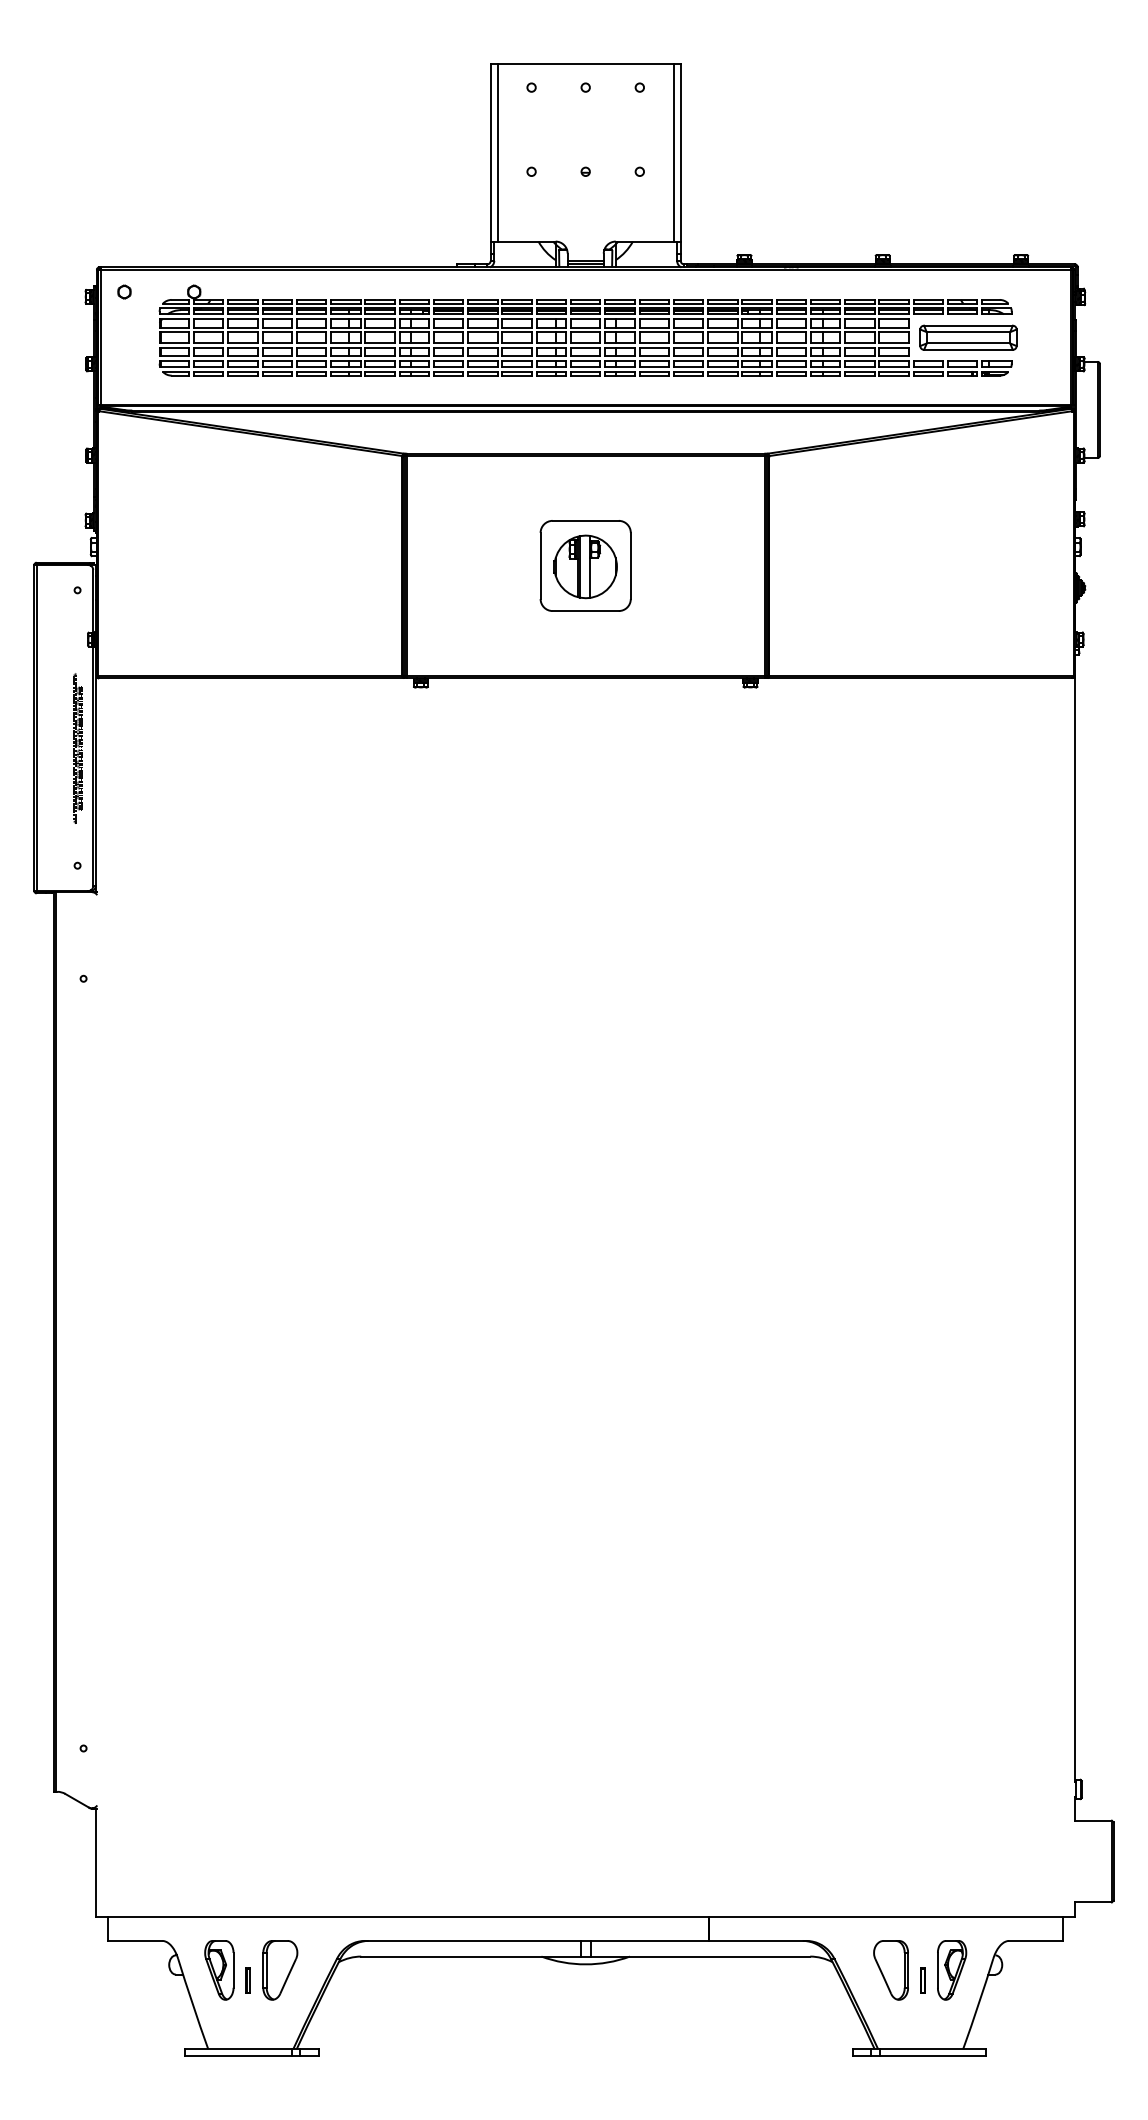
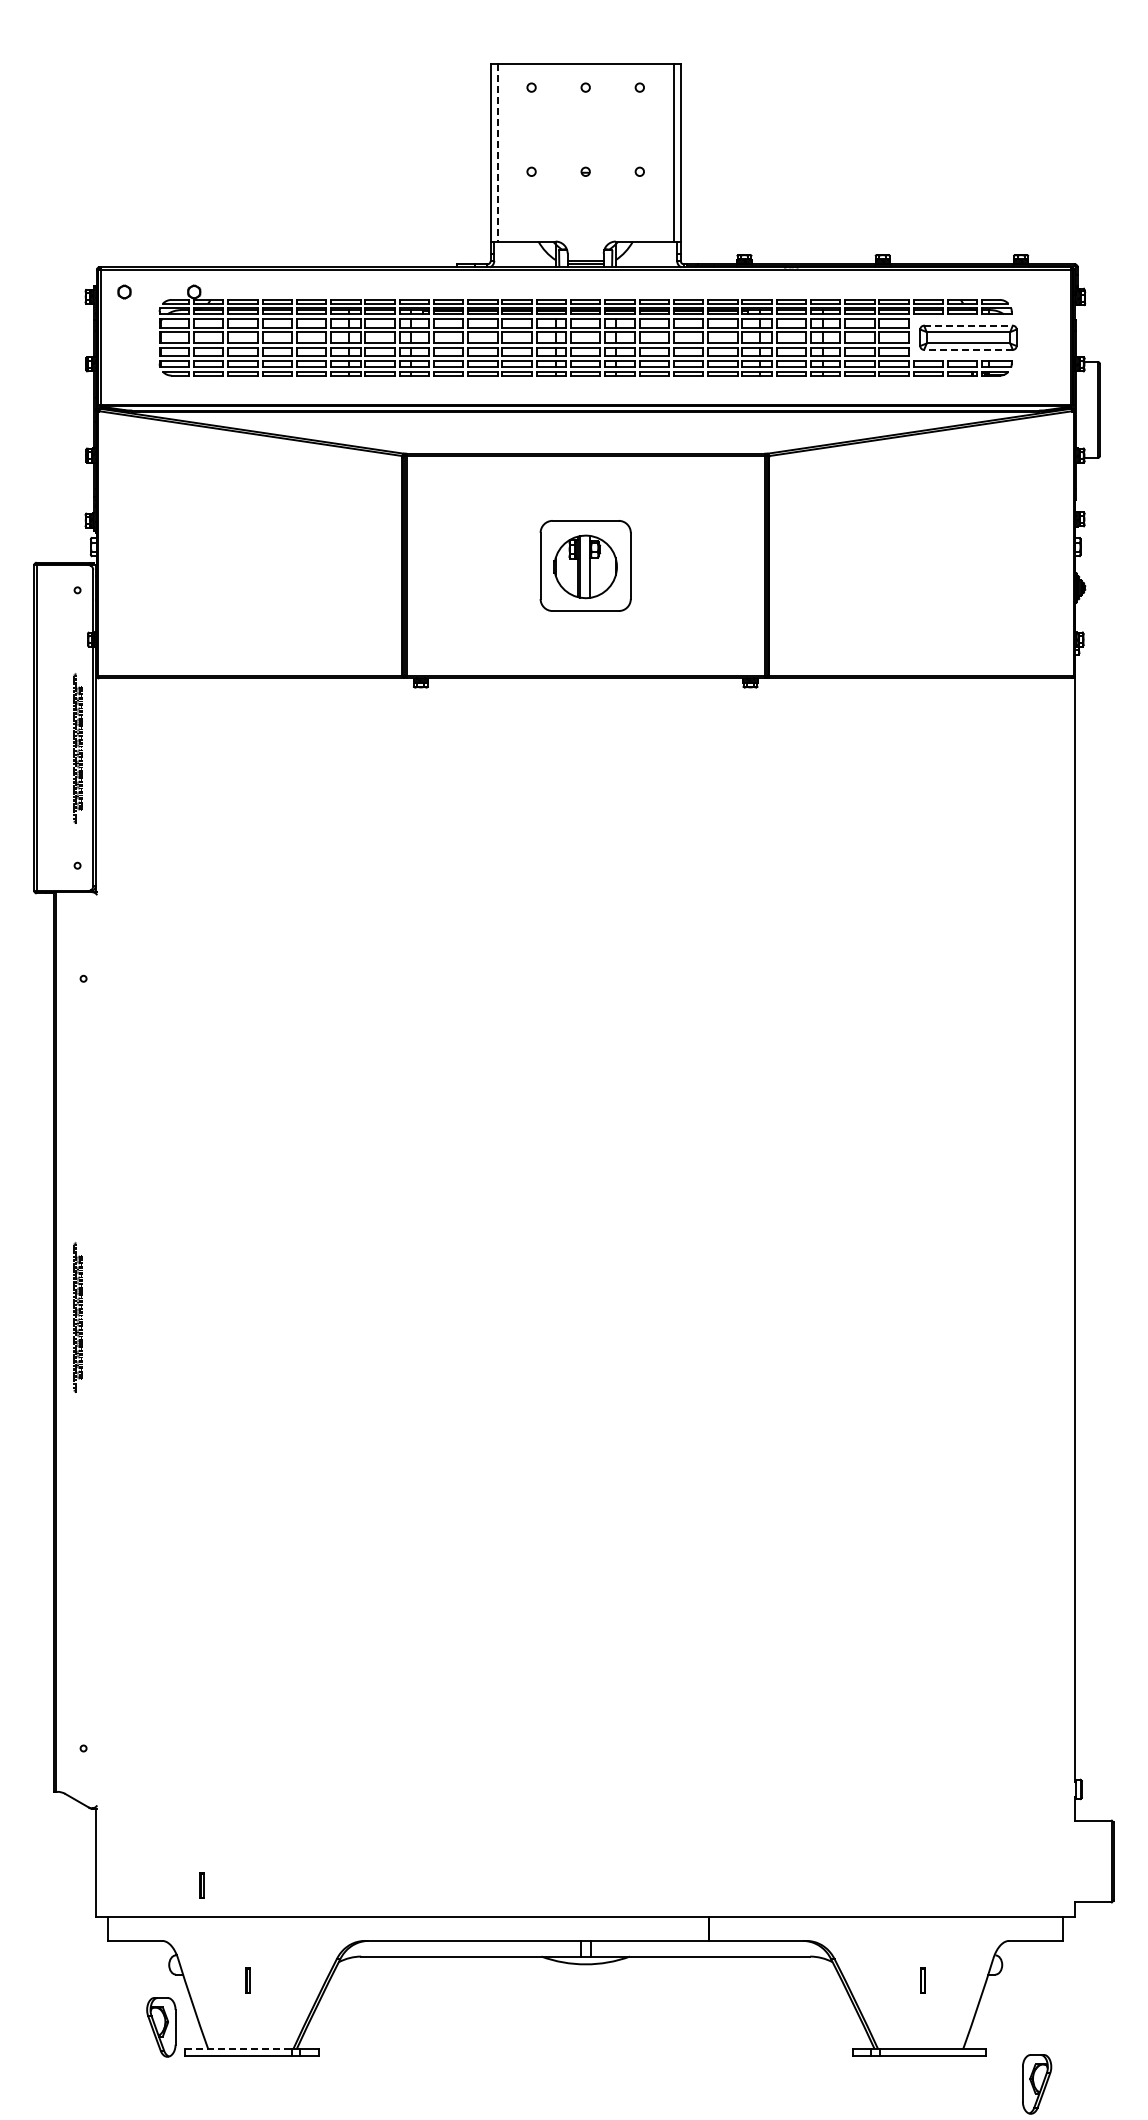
line at (497, 152): solid -> dashed
line at (968, 325): solid -> dashed
line at (967, 349): solid -> dashed
part at (77, 1317): none -> present
part at (201, 1885): none -> present
part at (219, 1970) position: (219, 1970) -> (161, 2027)
part at (280, 1970): present -> none
part at (890, 1970): present -> none
part at (952, 1970) position: (952, 1970) -> (1037, 2084)
line at (239, 2049): solid -> dashed
